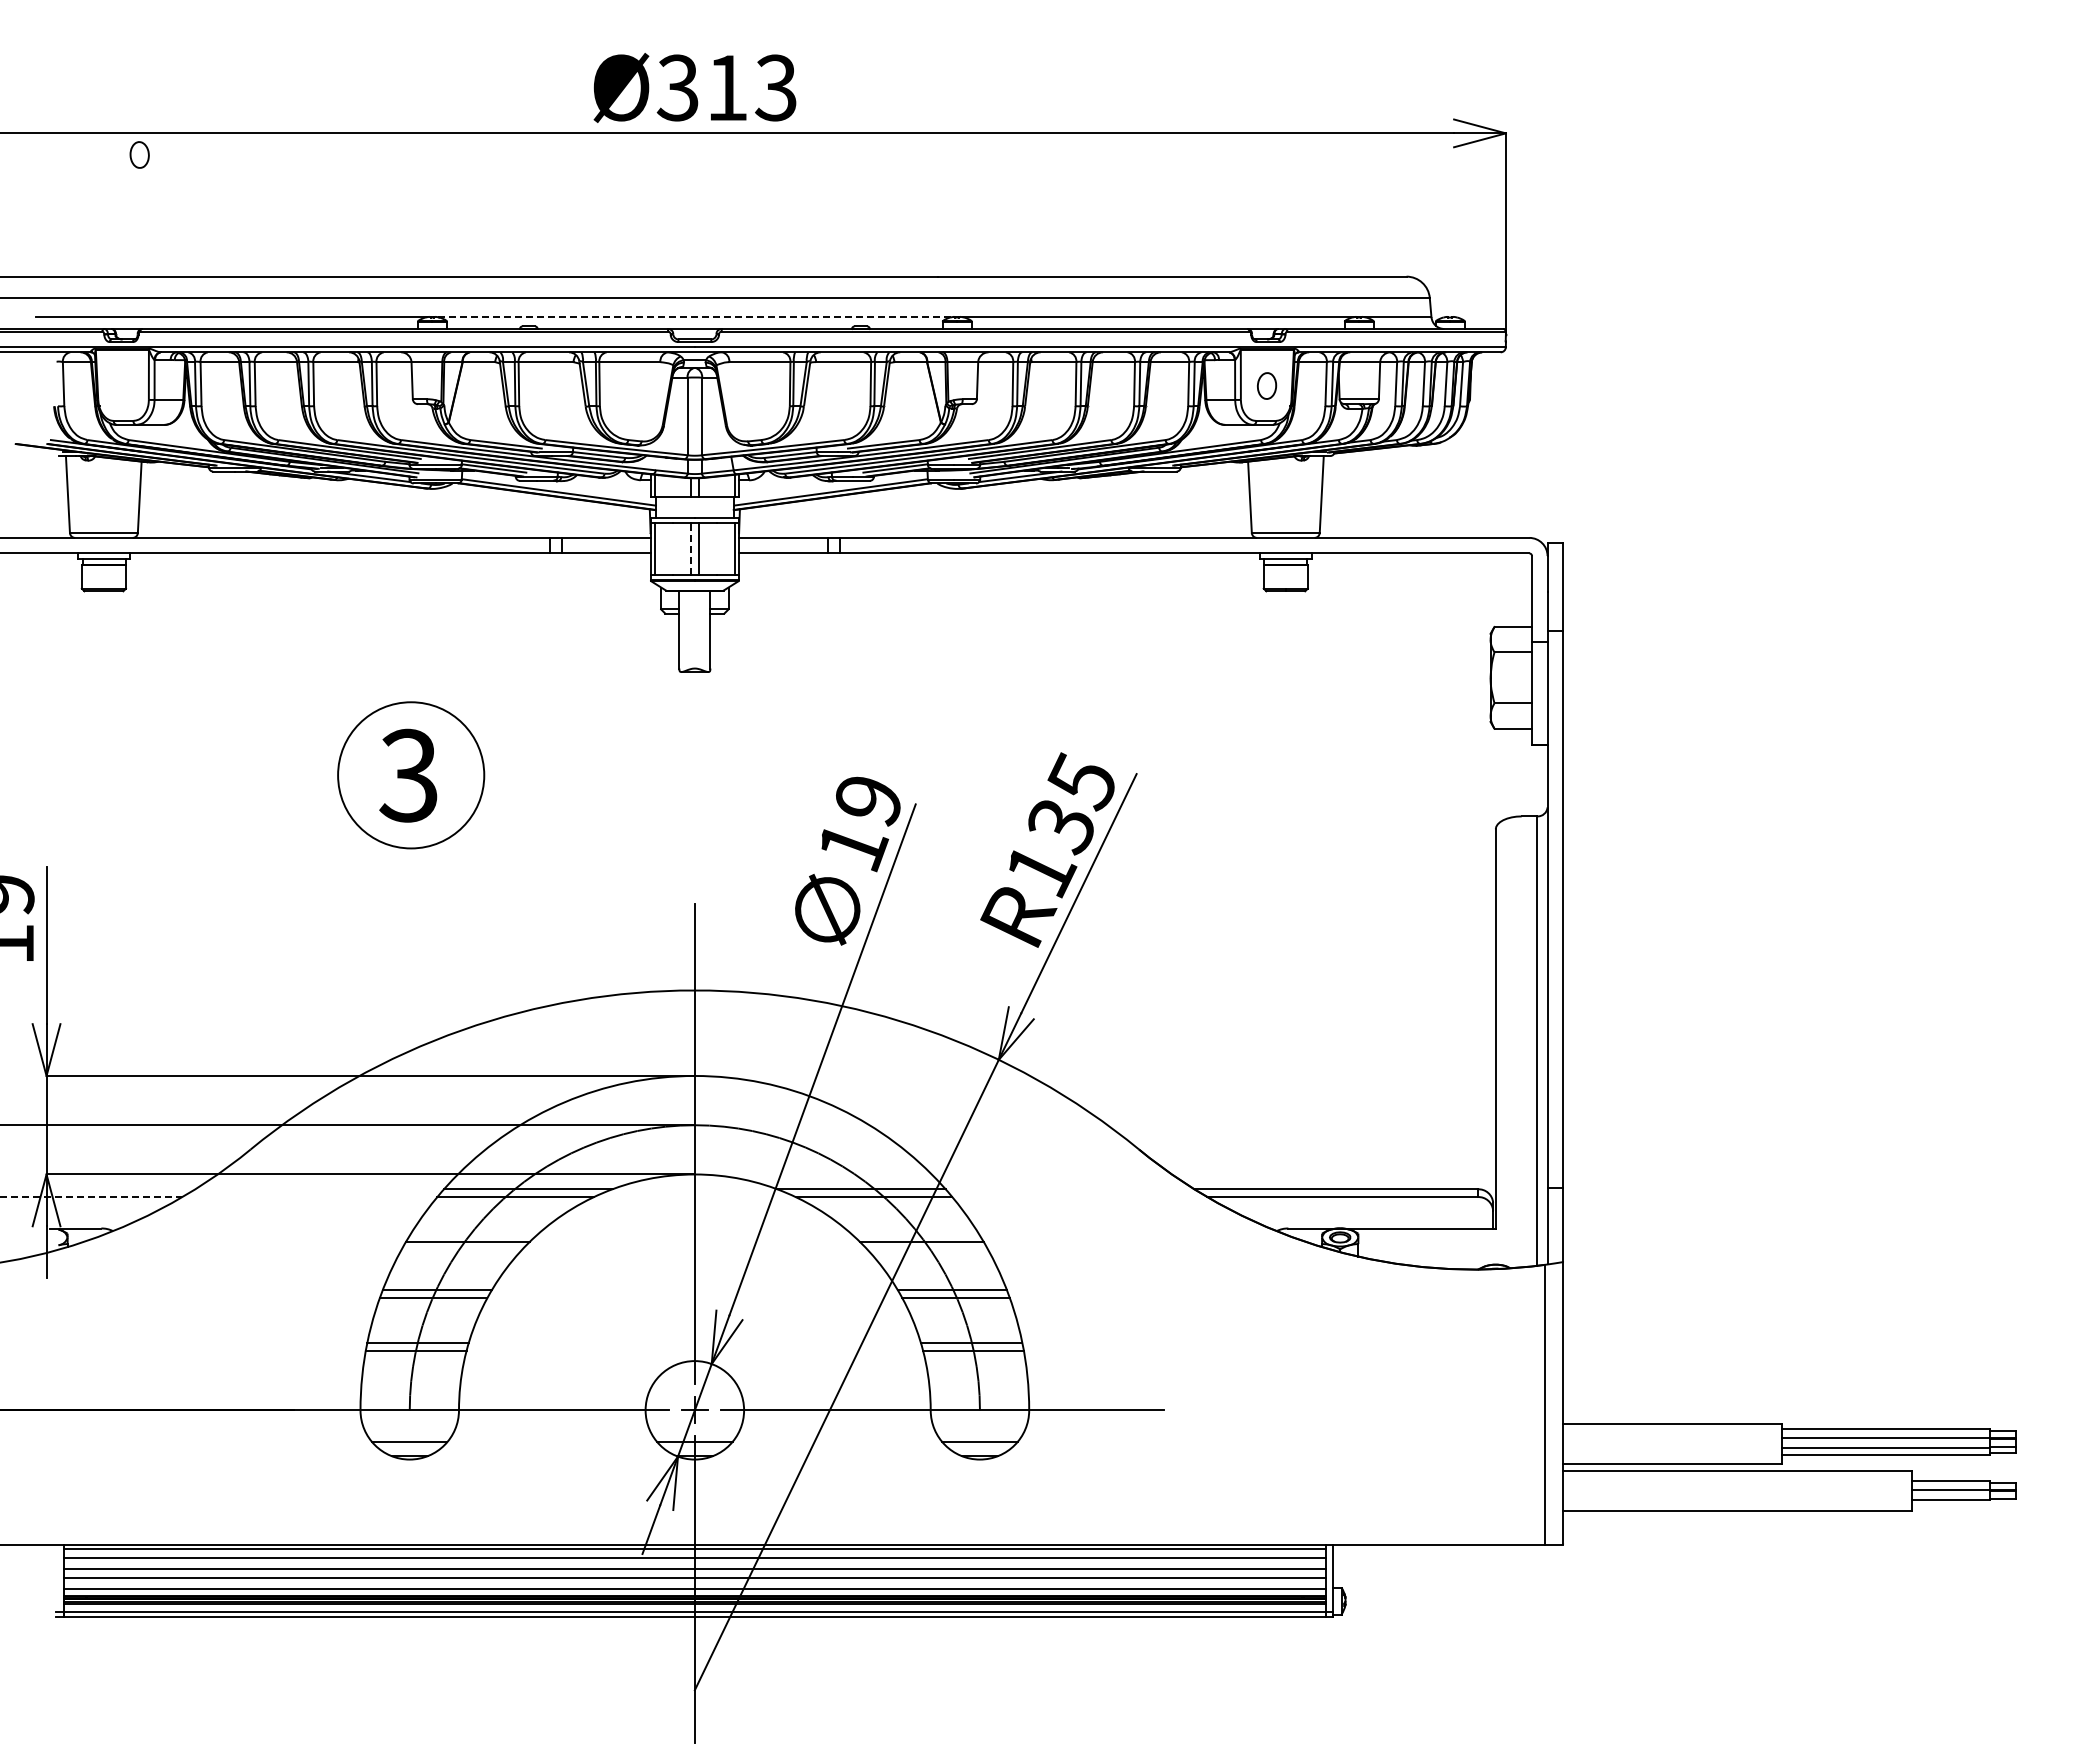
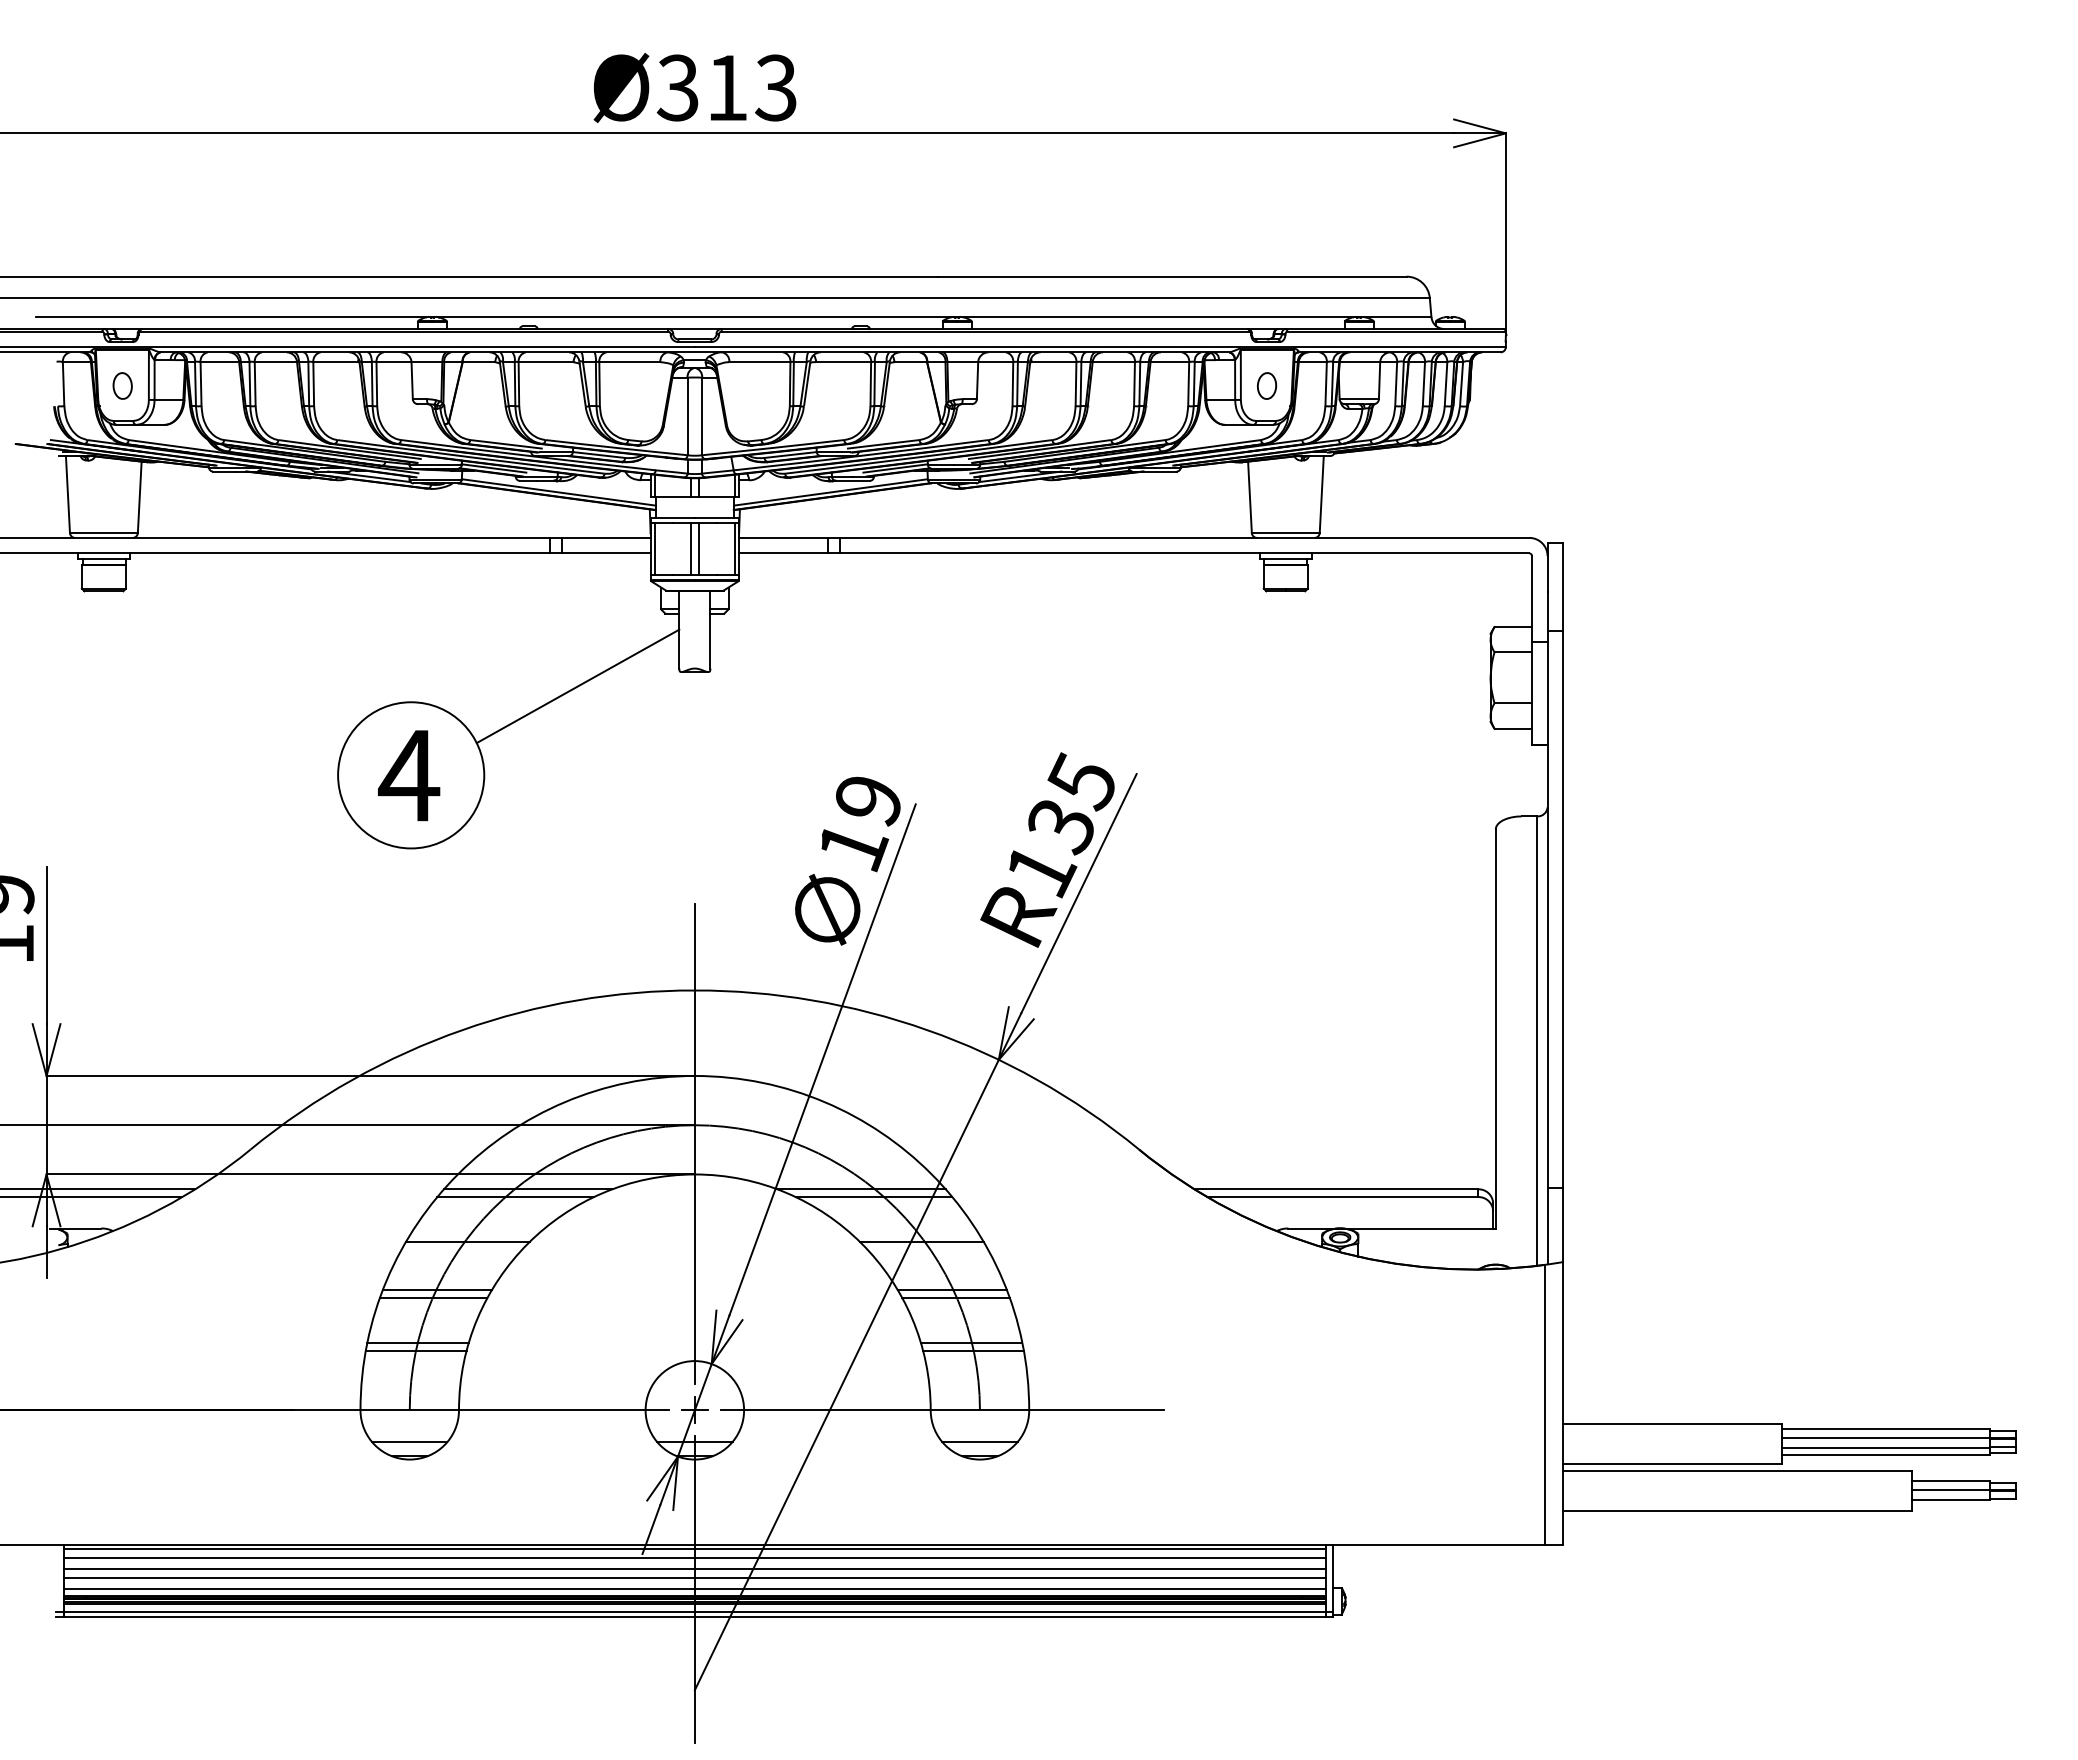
part at (139, 154) position: (139, 154) -> (122, 385)
line at (695, 317): dashed -> solid
line at (690, 549): dashed -> solid
line at (577, 686): none -> present
text at (408, 775): 3 -> 4
line at (98, 1189): none -> present
line at (91, 1197): dashed -> solid
